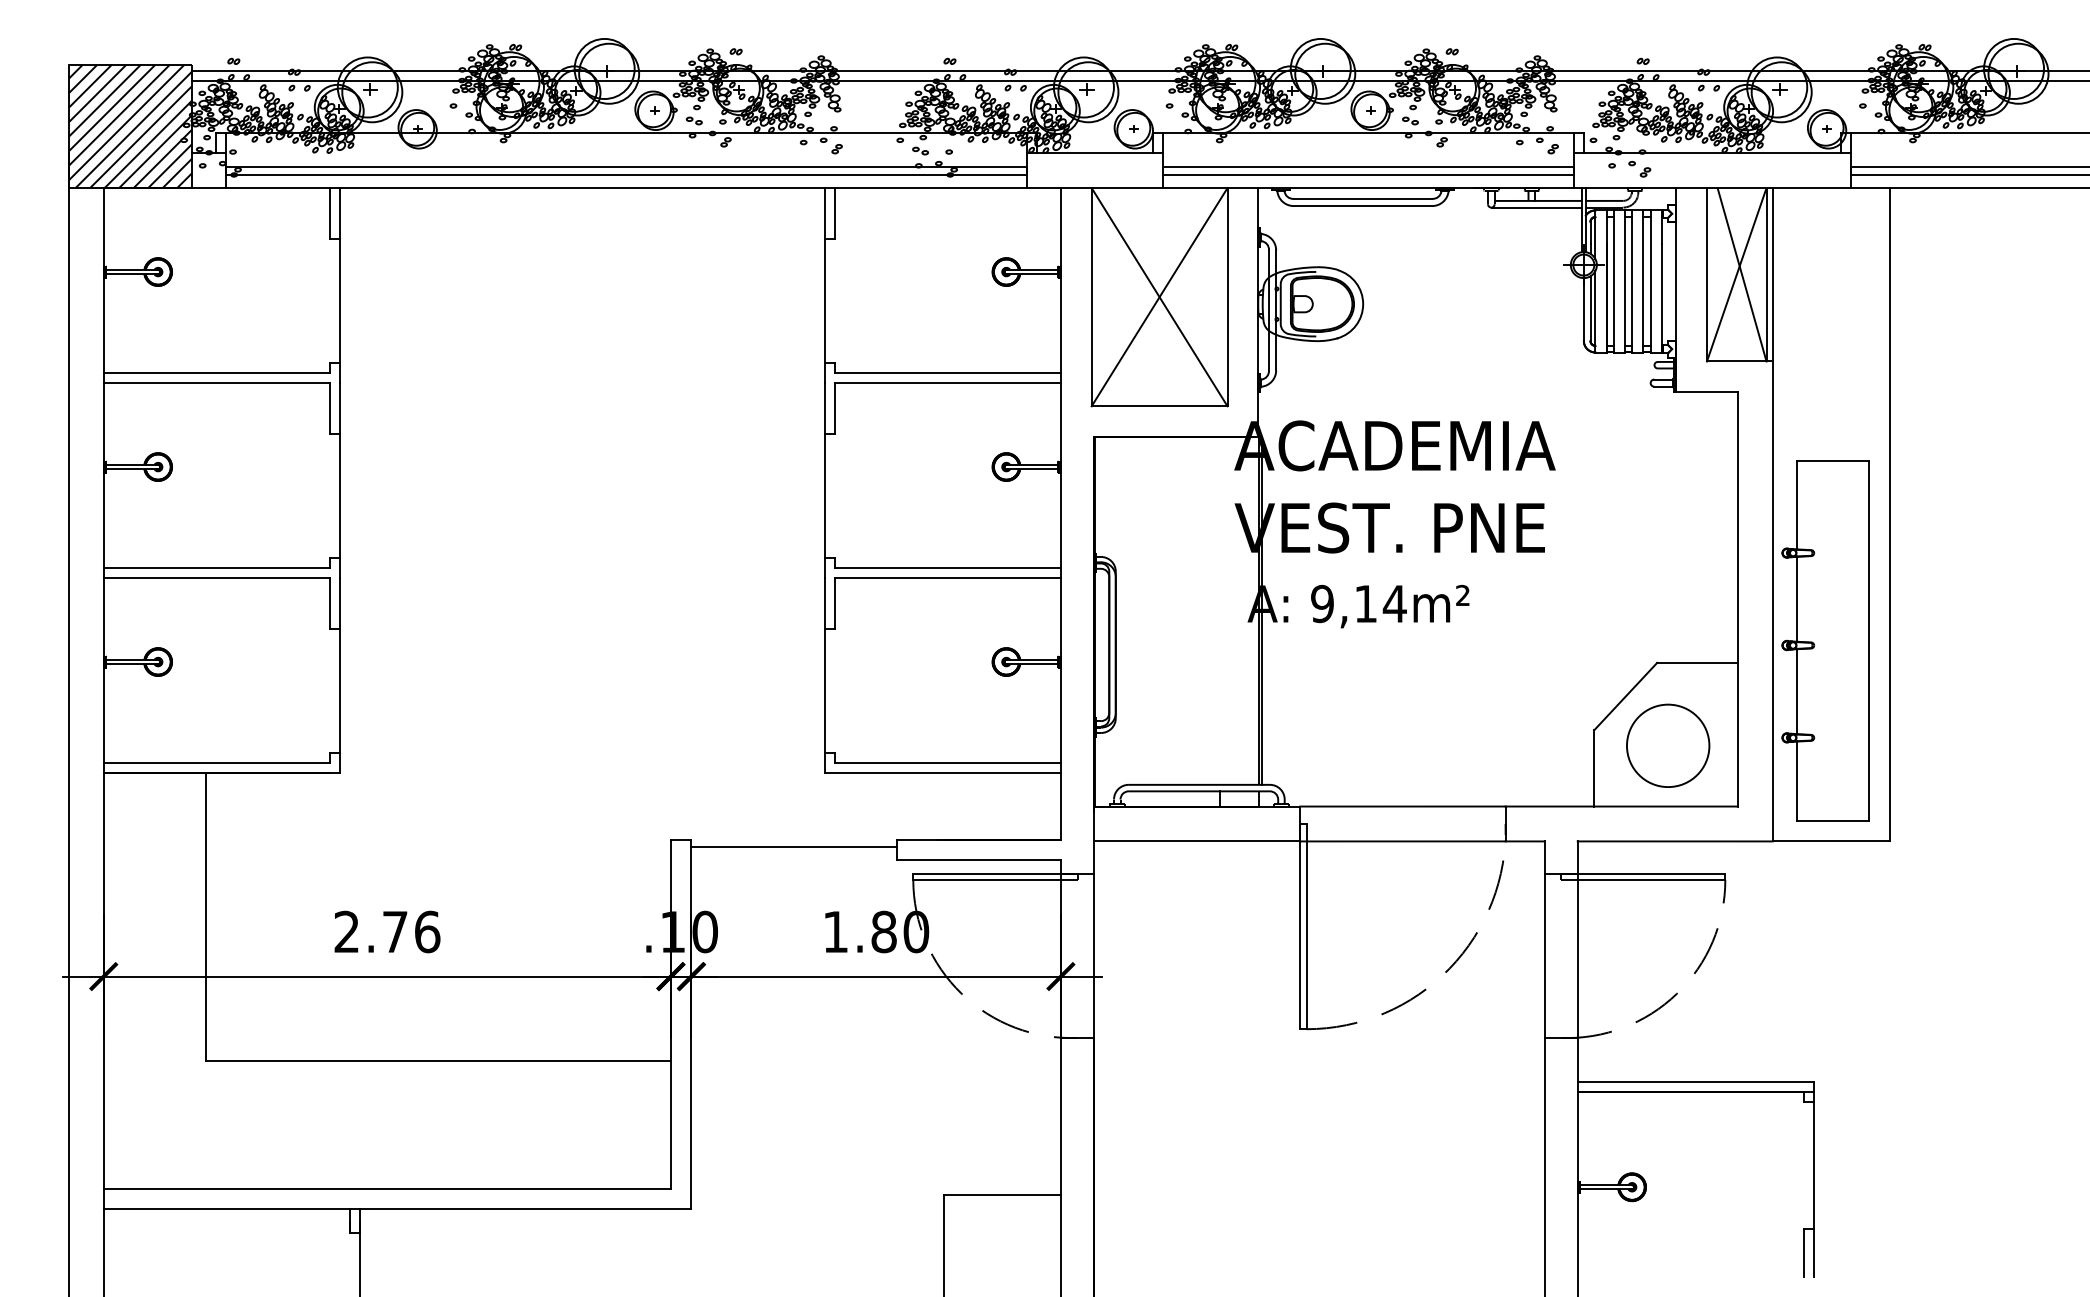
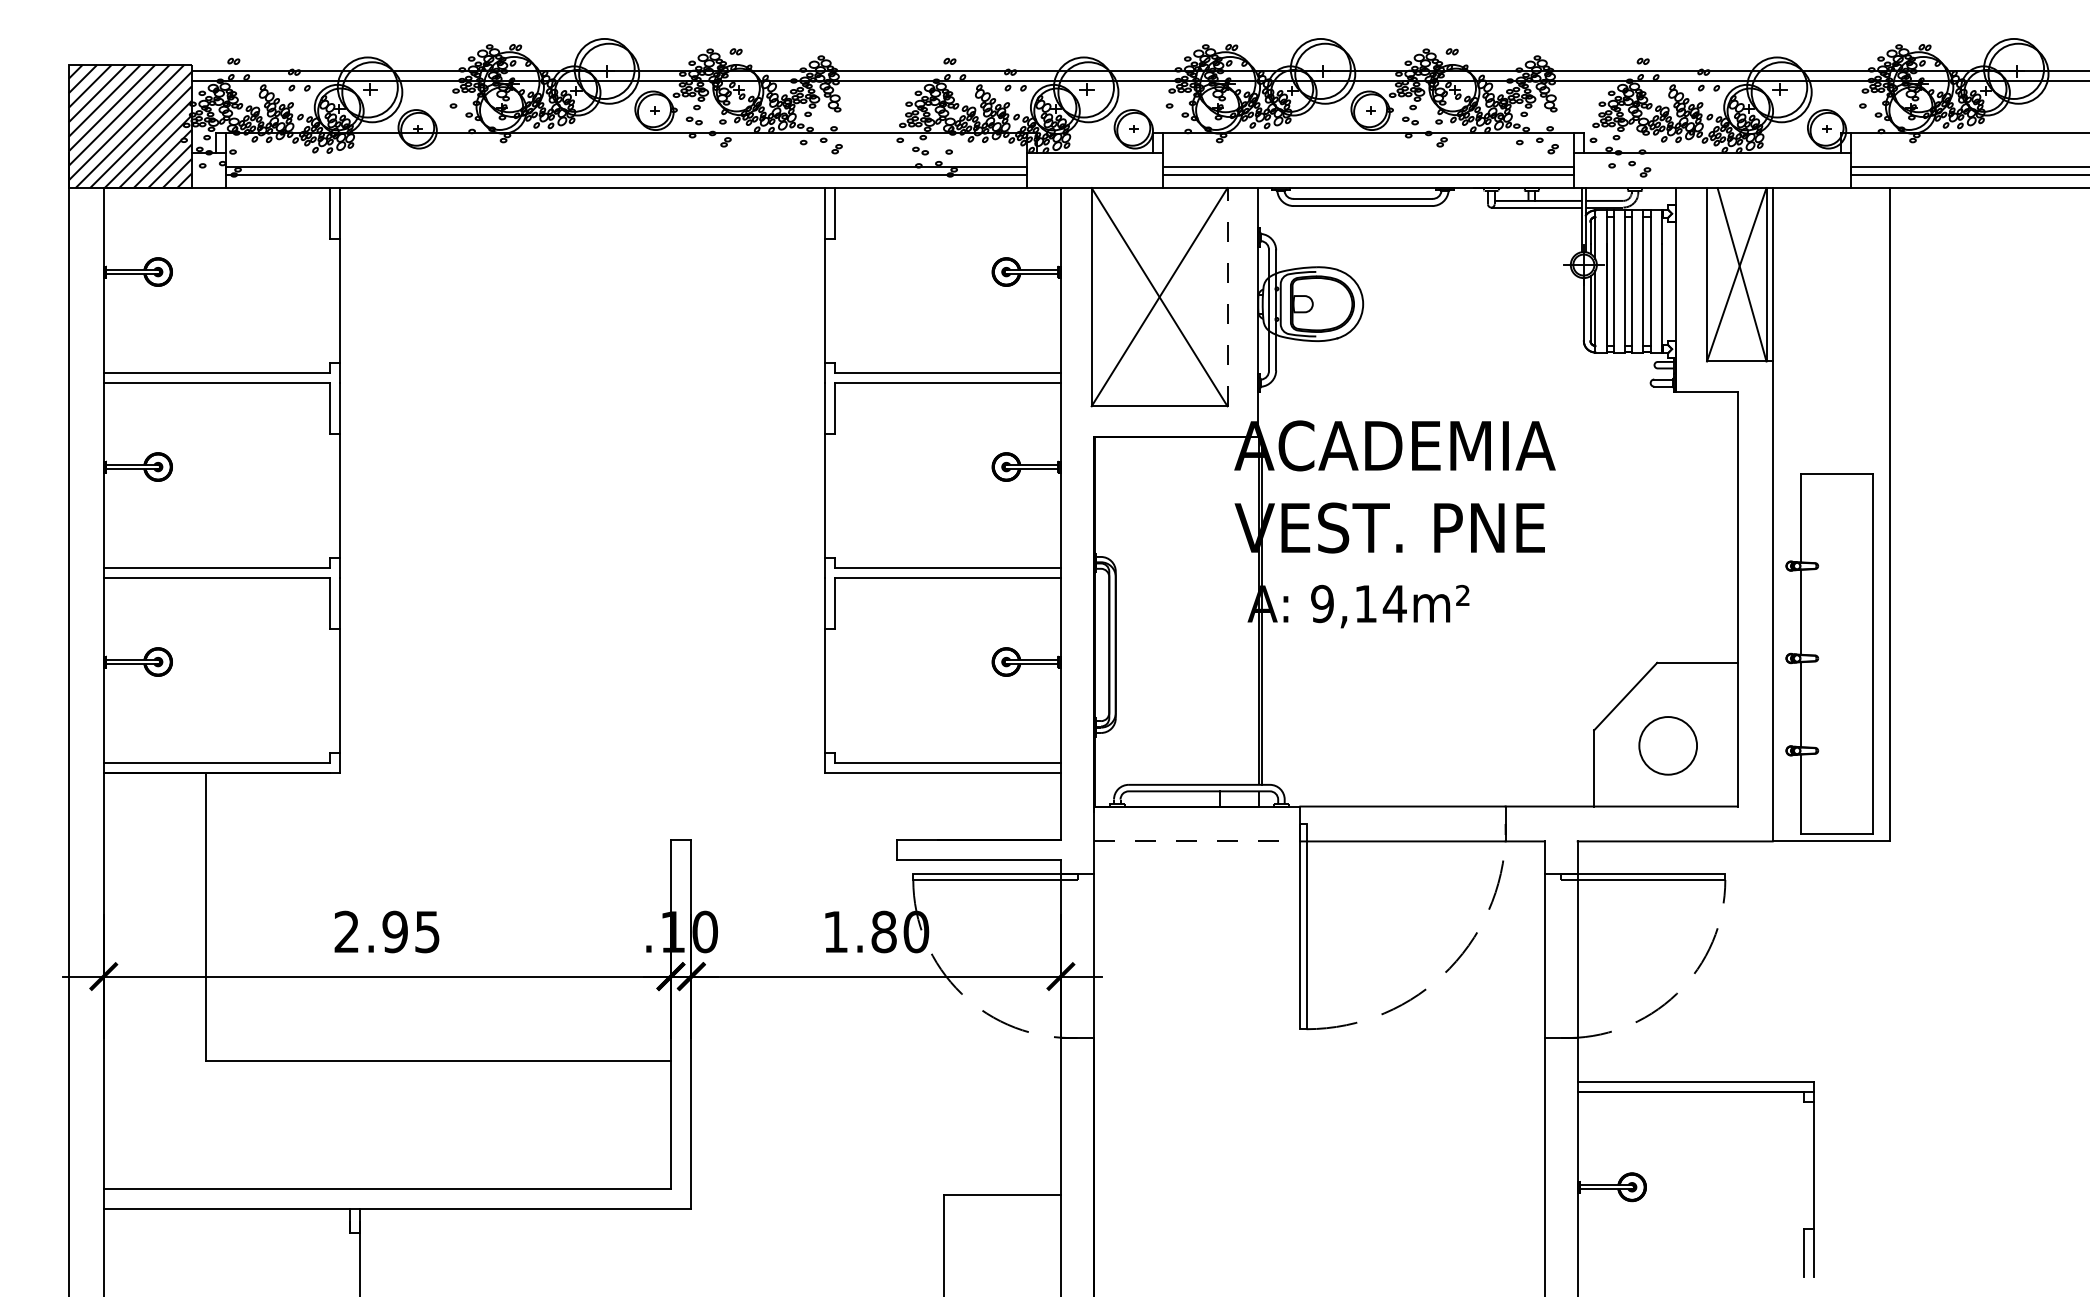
line at (1227, 296): solid -> dashed
part at (1825, 640) position: (1825, 640) -> (1829, 653)
circle at (1667, 745) diameter: 82 px -> 58 px
line at (1197, 841): solid -> dashed
line at (793, 847): present -> none
text at (411, 931): 2.76 -> 2.95
